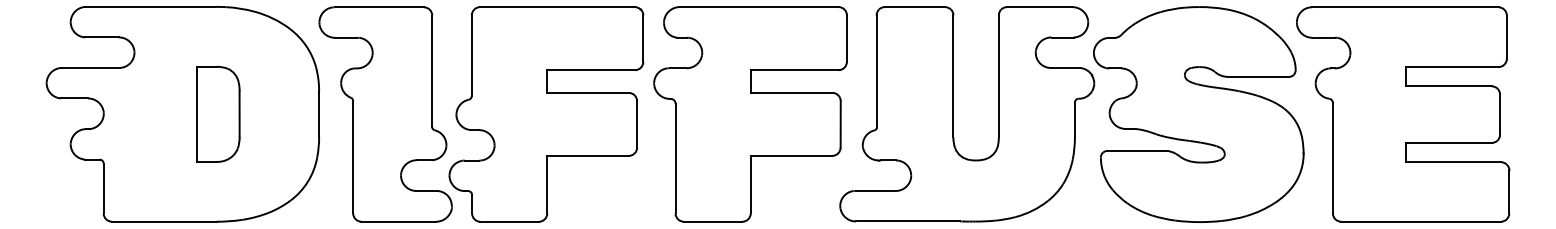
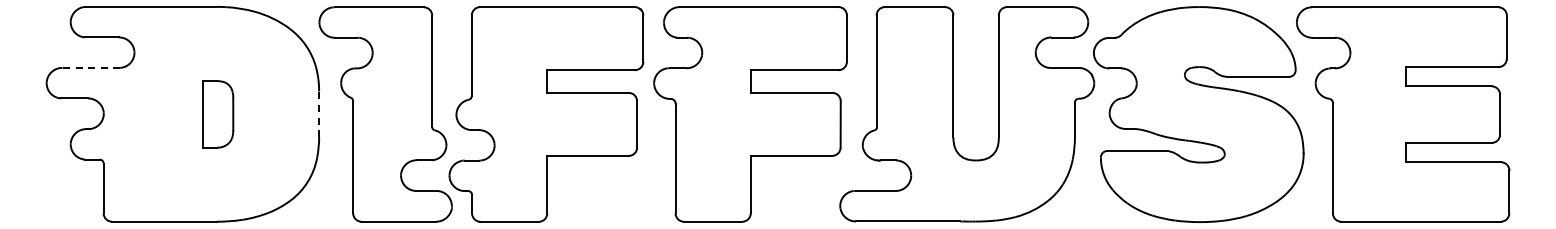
line at (91, 67): solid -> dashed
part at (218, 114) size: 45x97 px -> 33x69 px
line at (319, 114): solid -> dashed
